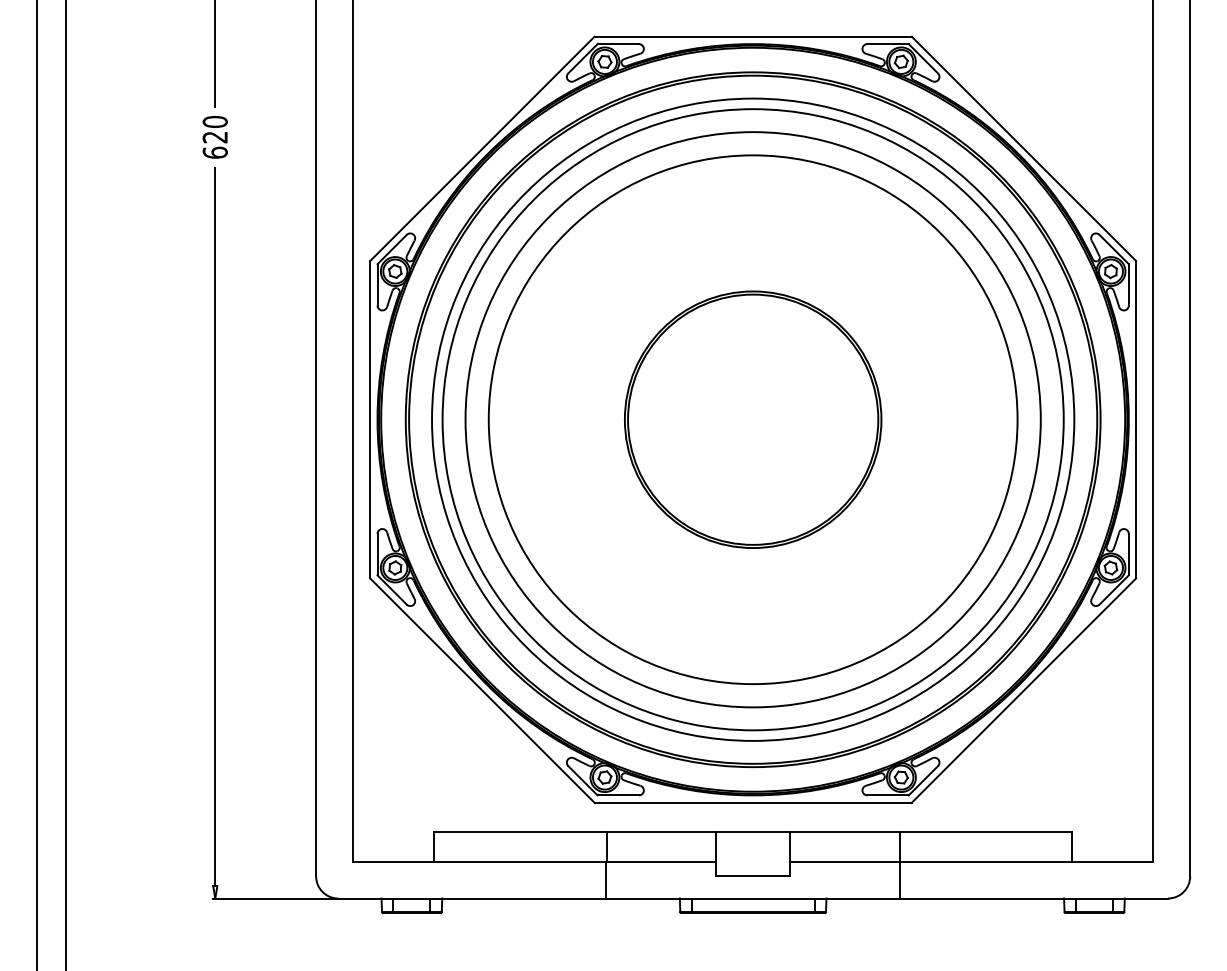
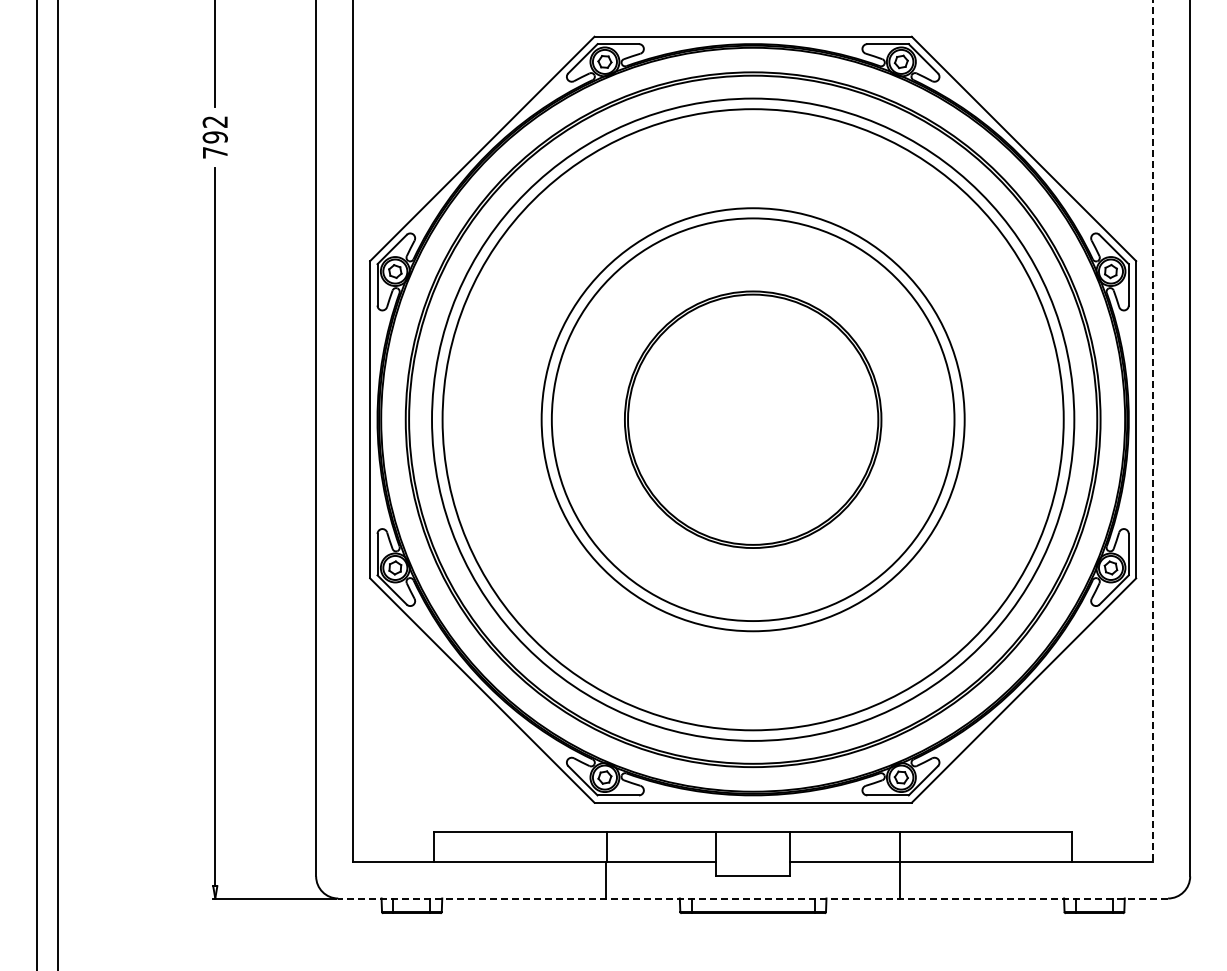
text at (214, 136): 620 -> 792
circle at (752, 419) diameter: 529 px -> 423 px
circle at (752, 419) diameter: 575 px -> 403 px
line at (1153, 431): solid -> dashed
line at (65, 484) position: (65, 484) -> (57, 484)
line at (753, 898): solid -> dashed
